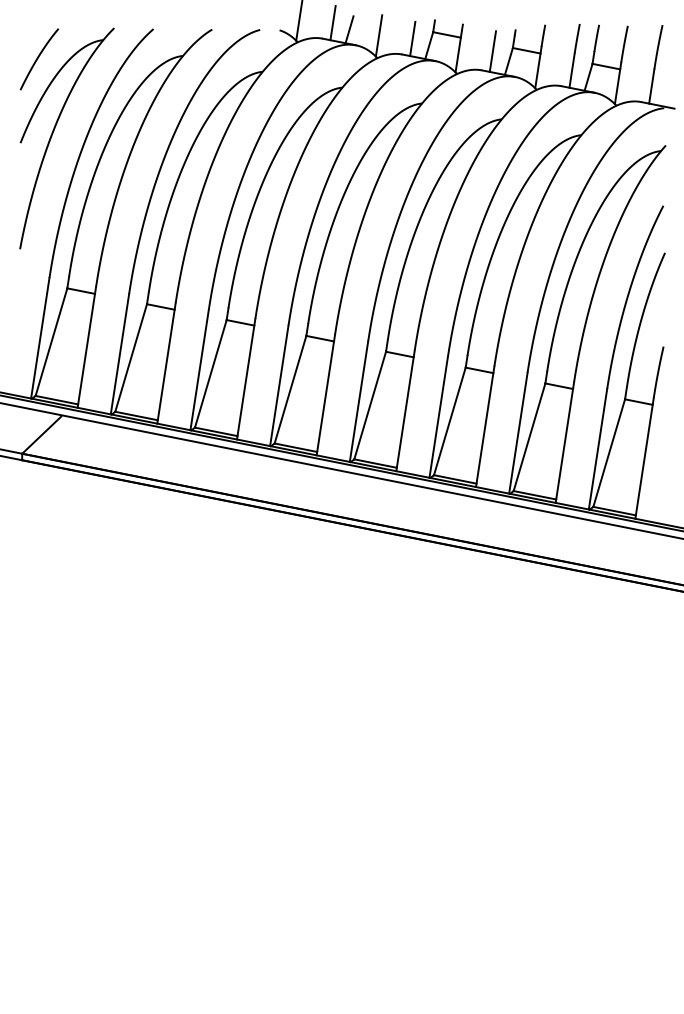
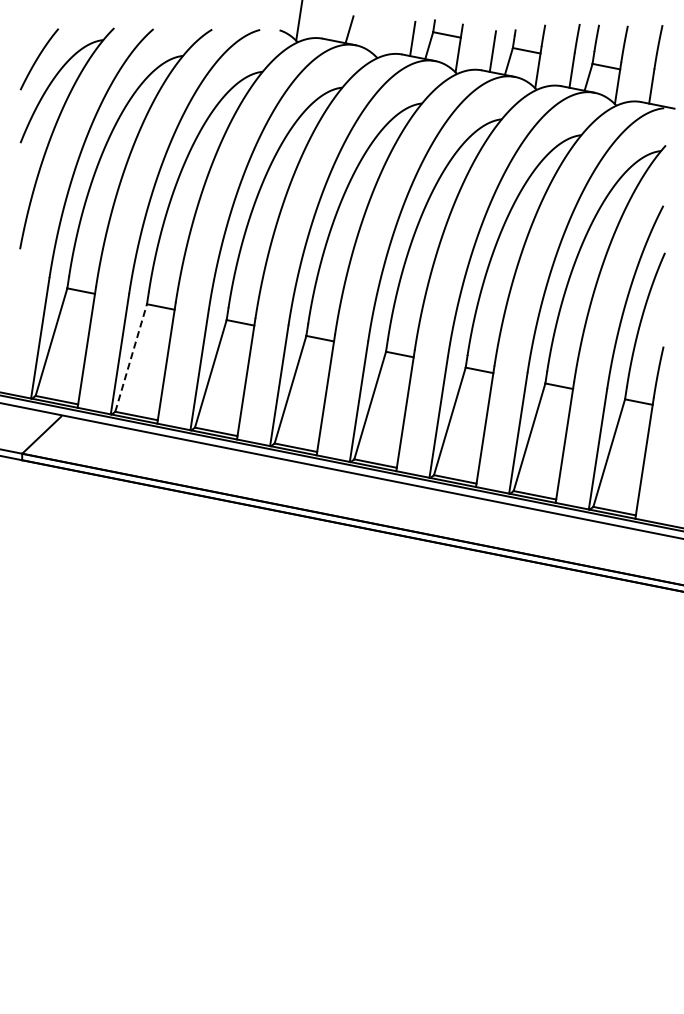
line at (332, 23): present -> none
line at (378, 35): present -> none
line at (131, 357): solid -> dashed
